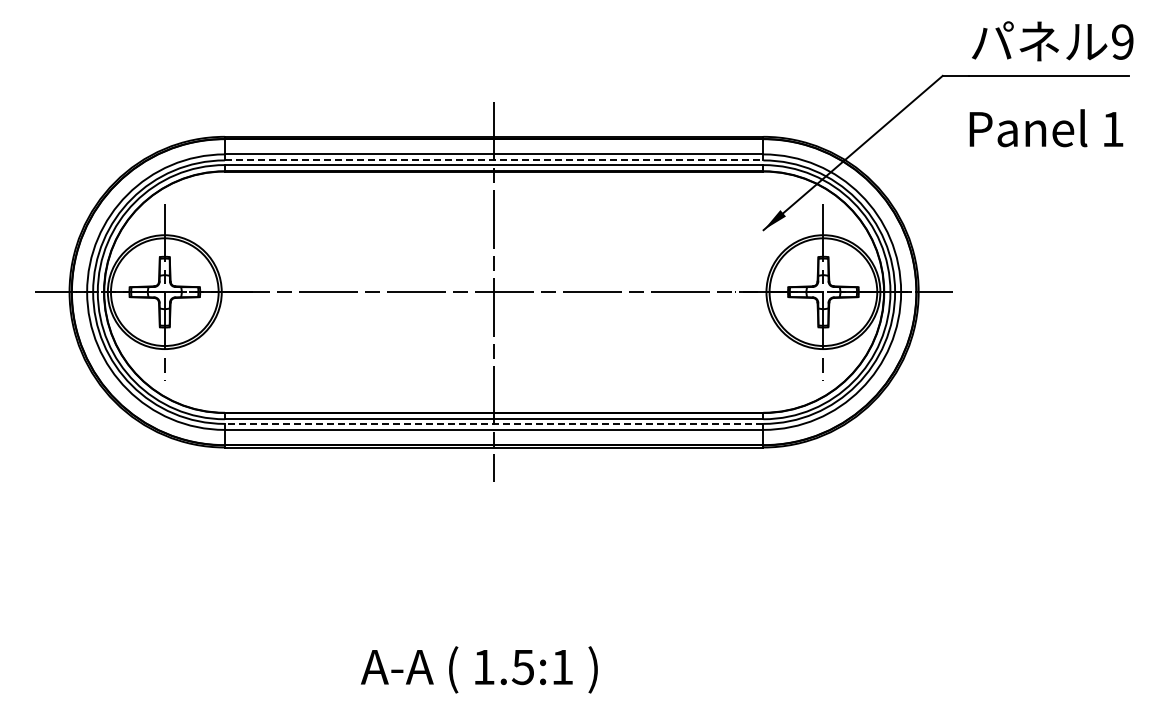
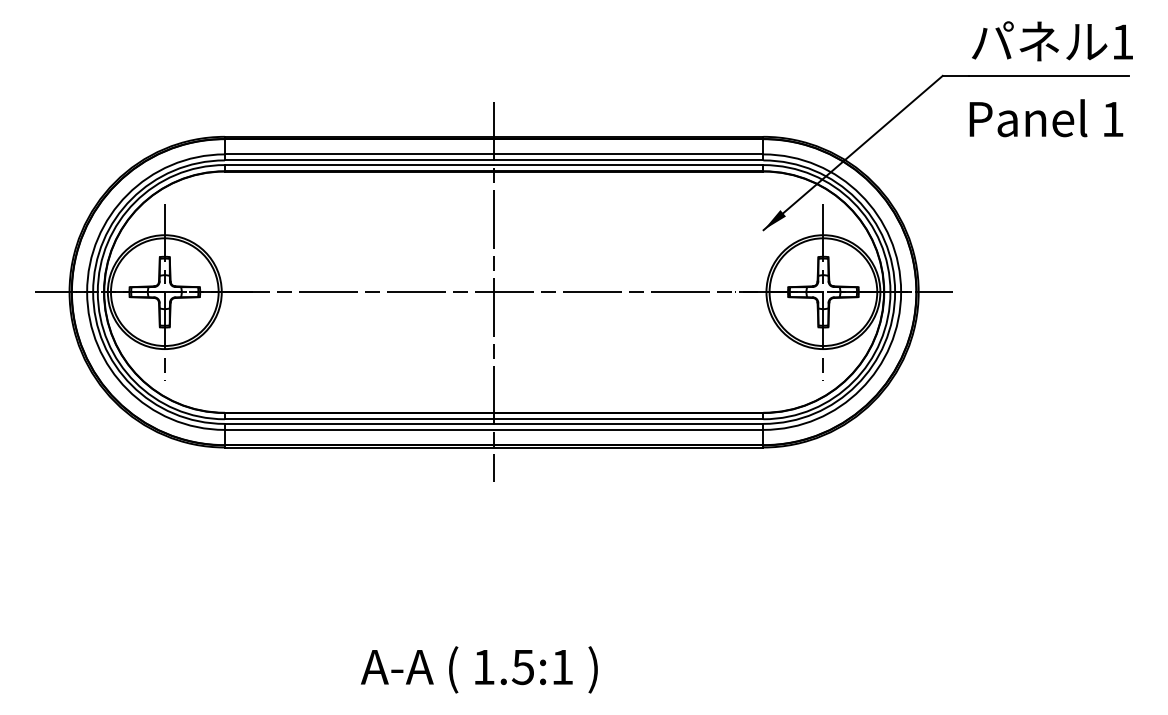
text at (1122, 41): 9 -> 1
text at (1046, 128) position: (1046, 128) -> (1046, 118)
line at (494, 160): dashed -> solid
line at (493, 423): dashed -> solid
